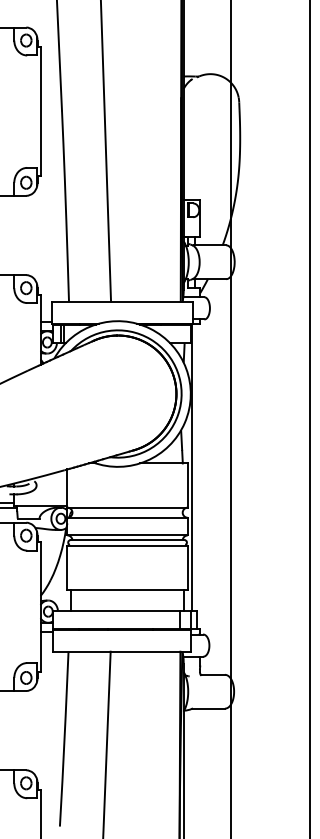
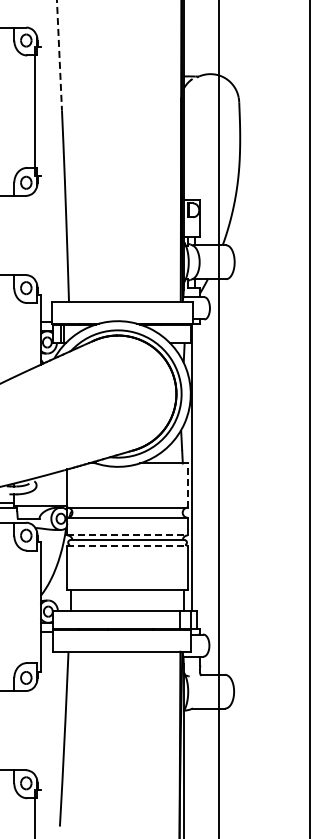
line at (59, 55): solid -> dashed
line at (40, 111) position: (40, 111) -> (34, 111)
line at (105, 151): present -> none
line at (230, 418) position: (230, 418) -> (218, 418)
line at (187, 485): solid -> dashed
line at (128, 535): solid -> dashed
line at (128, 545): solid -> dashed
line at (106, 743): present -> none
line at (40, 812) position: (40, 812) -> (34, 812)
